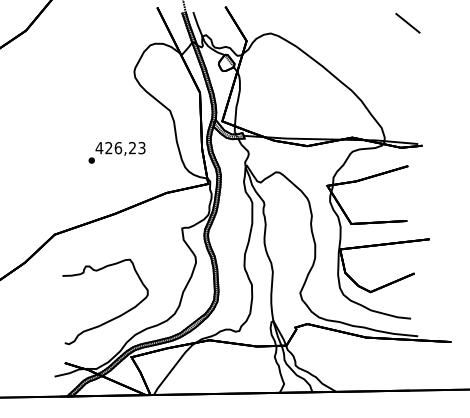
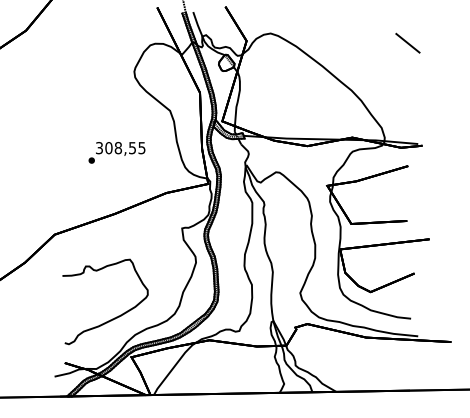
line at (407, 22) position: (407, 22) -> (407, 42)
text at (120, 148): 426,23 -> 308,55
